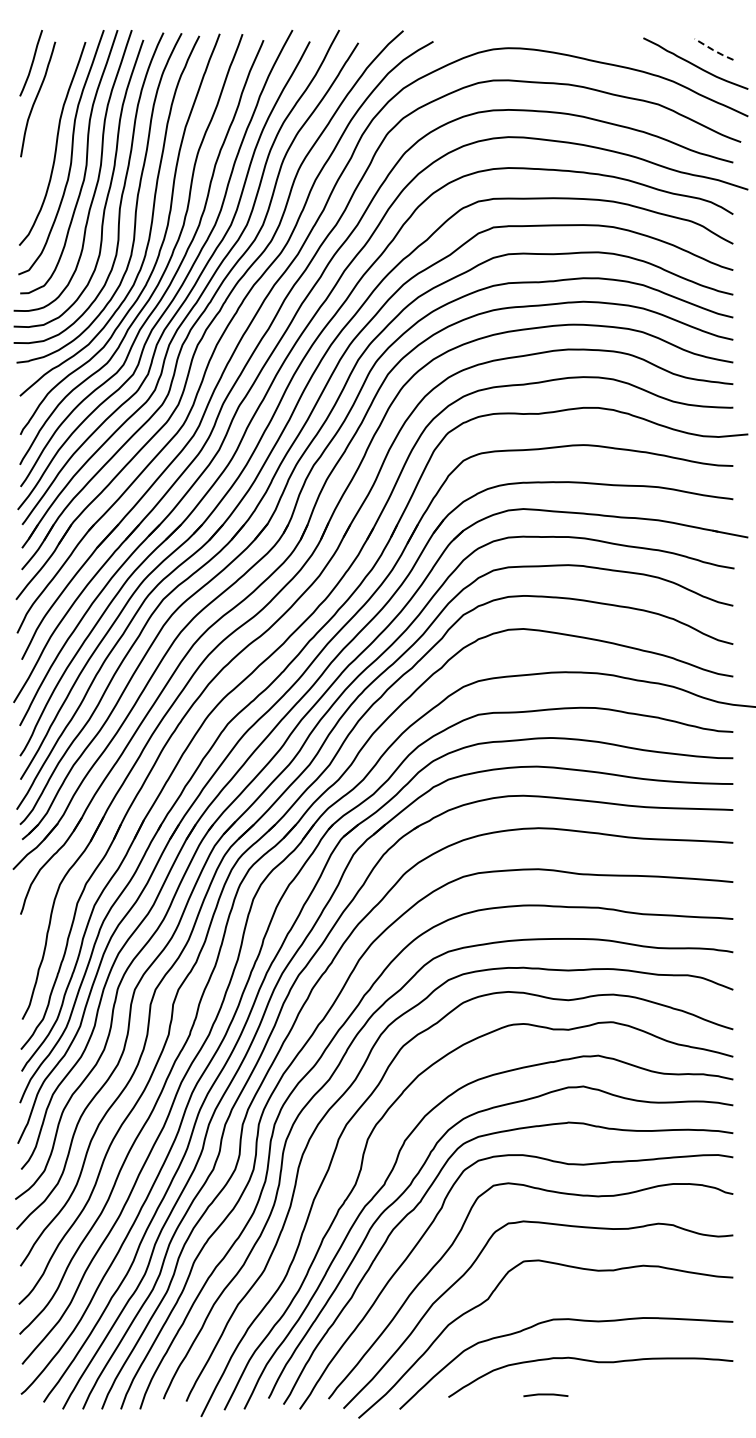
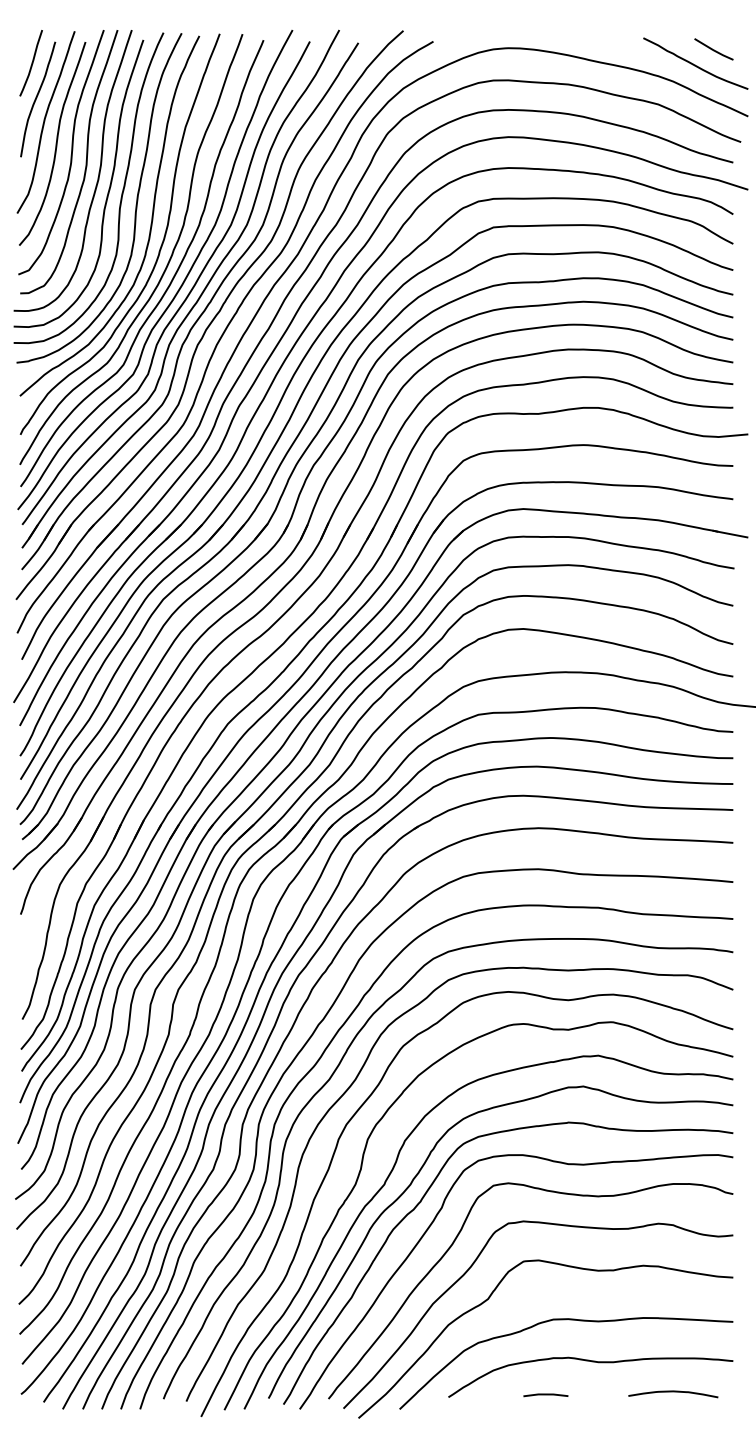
line at (714, 50): dashed -> solid
curve at (45, 121): none -> present
curve at (673, 1392): none -> present
